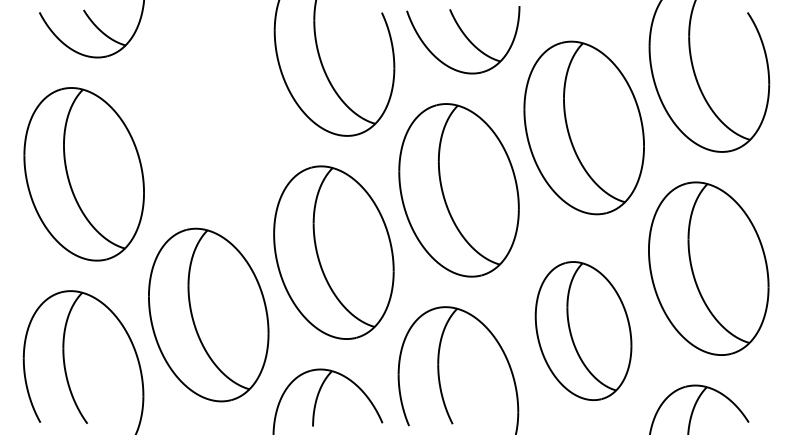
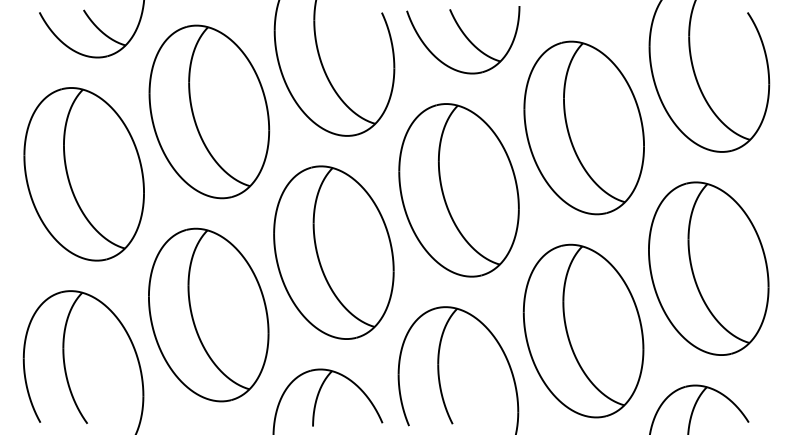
part at (209, 111): none -> present
part at (583, 330) size: 99x140 px -> 123x176 px
